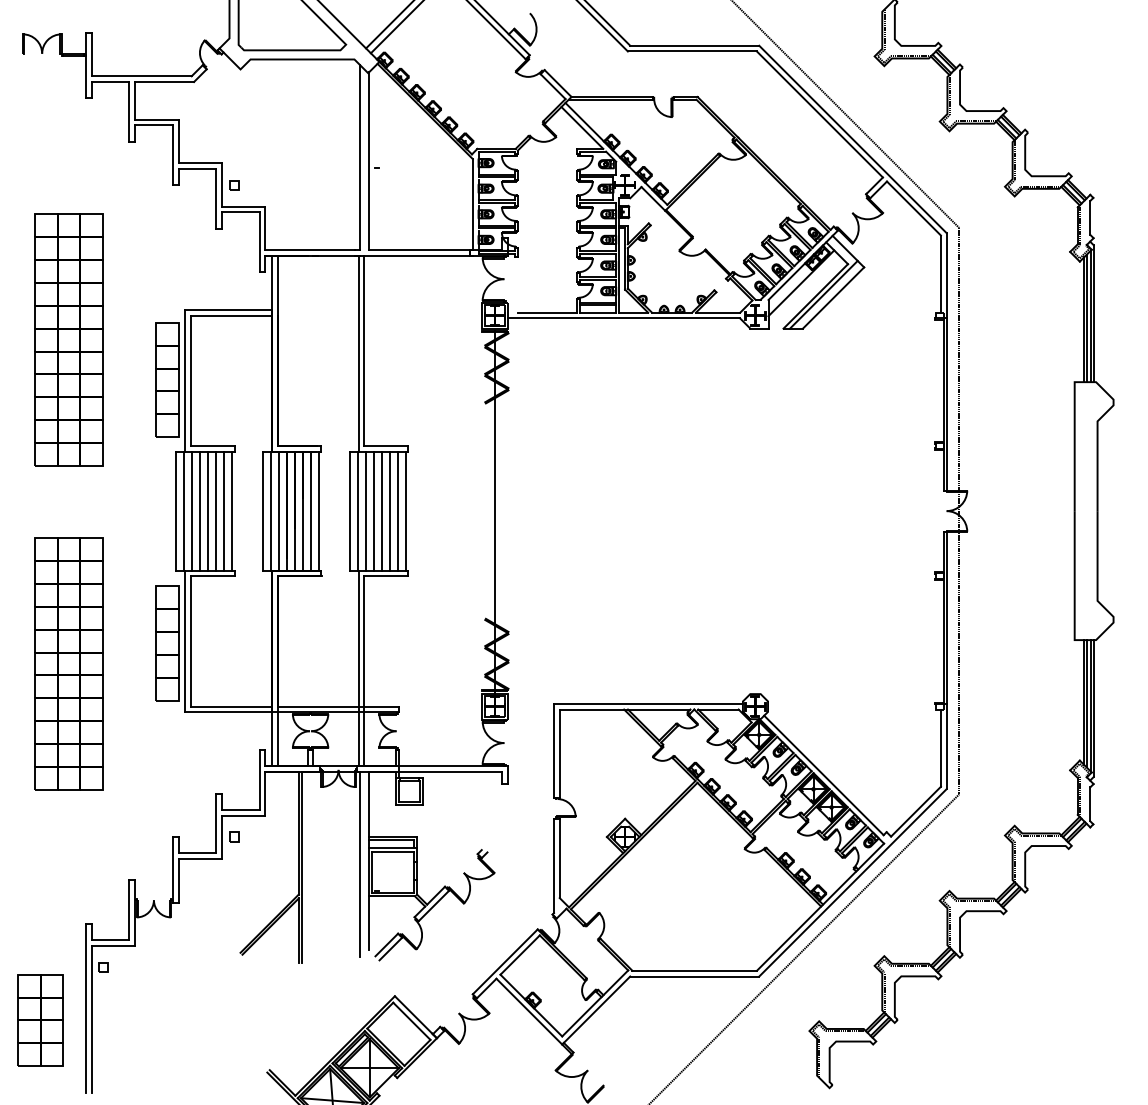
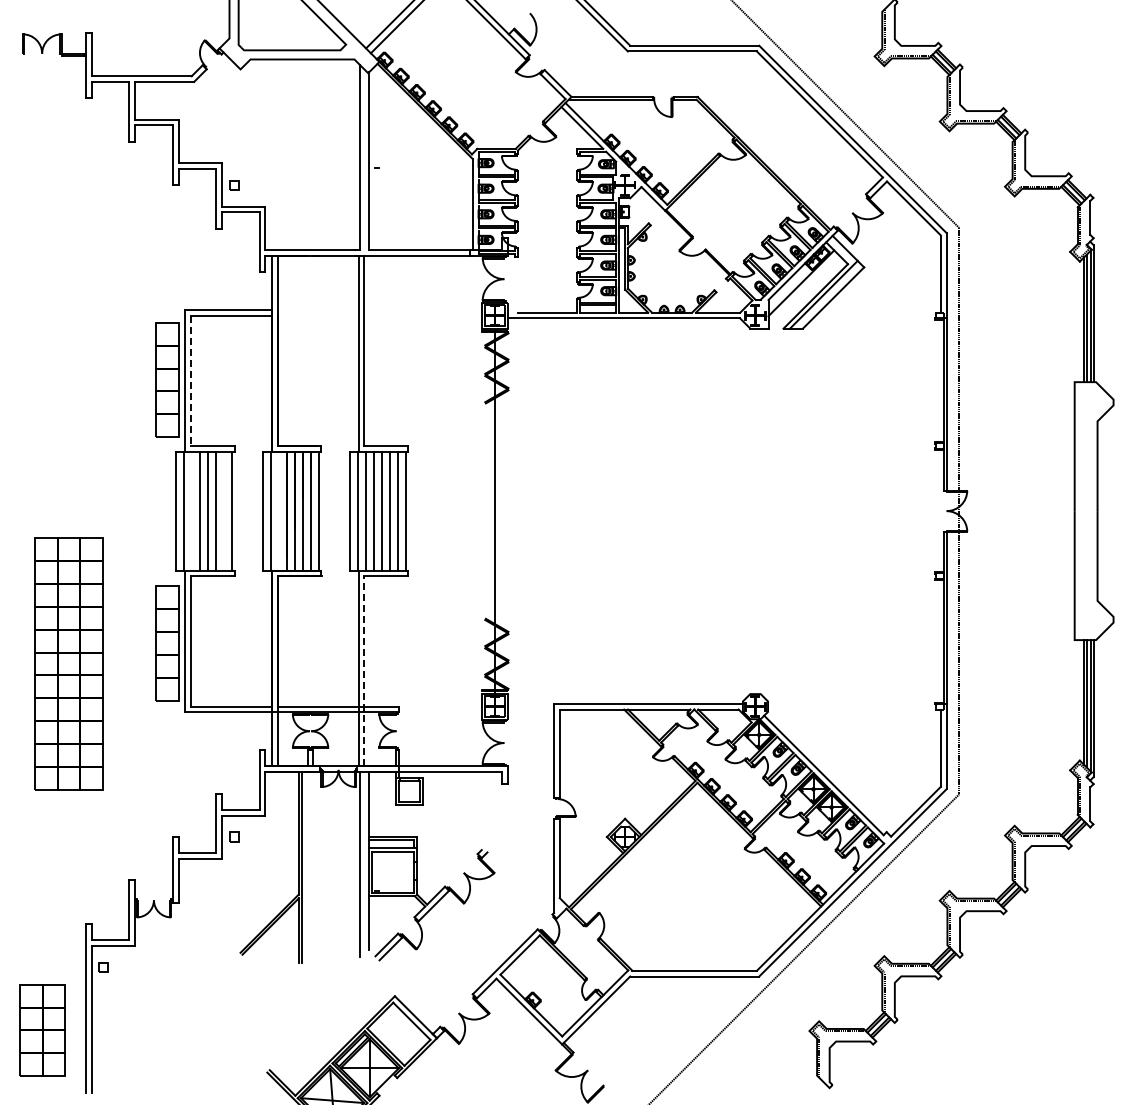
part at (68, 339): present -> none
line at (190, 381): solid -> dashed
line at (192, 510): present -> none
line at (224, 510): present -> none
line at (279, 510): present -> none
line at (364, 670): solid -> dashed
part at (40, 1020) position: (40, 1020) -> (42, 1030)
